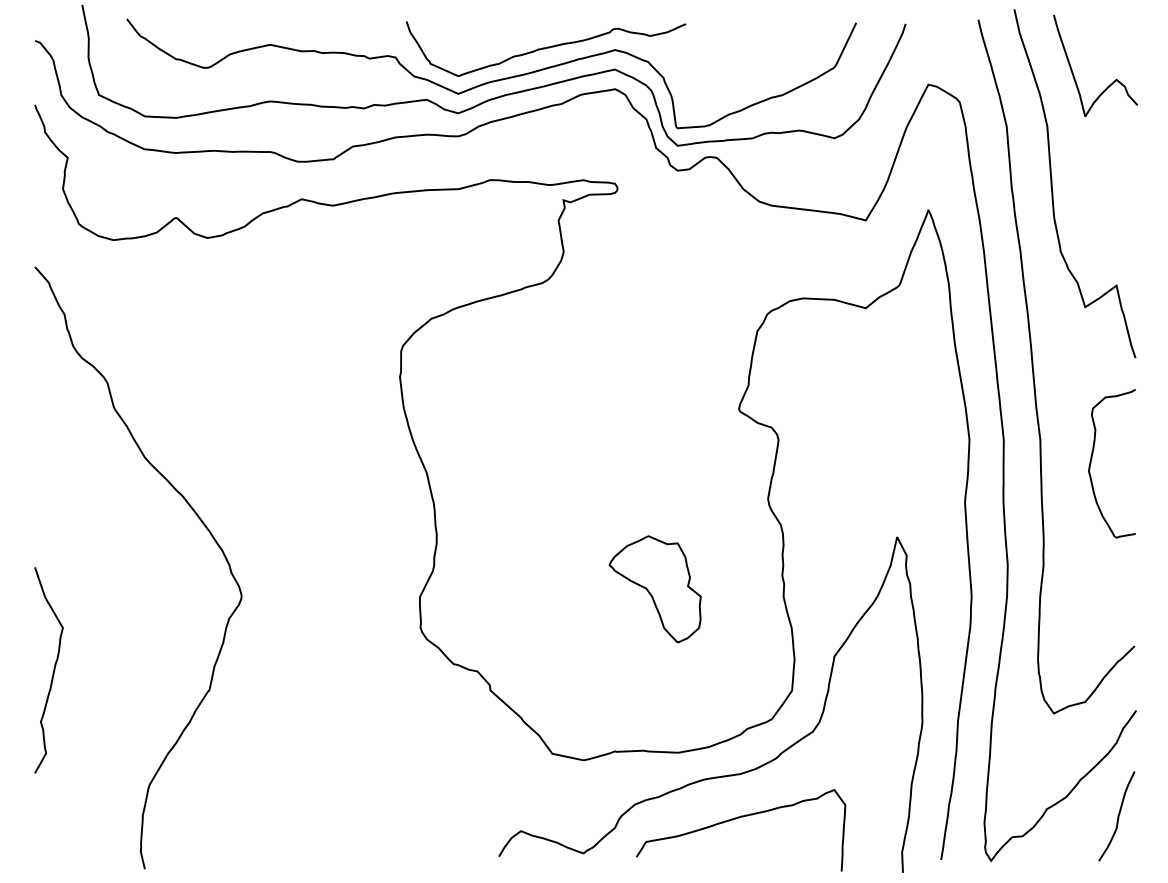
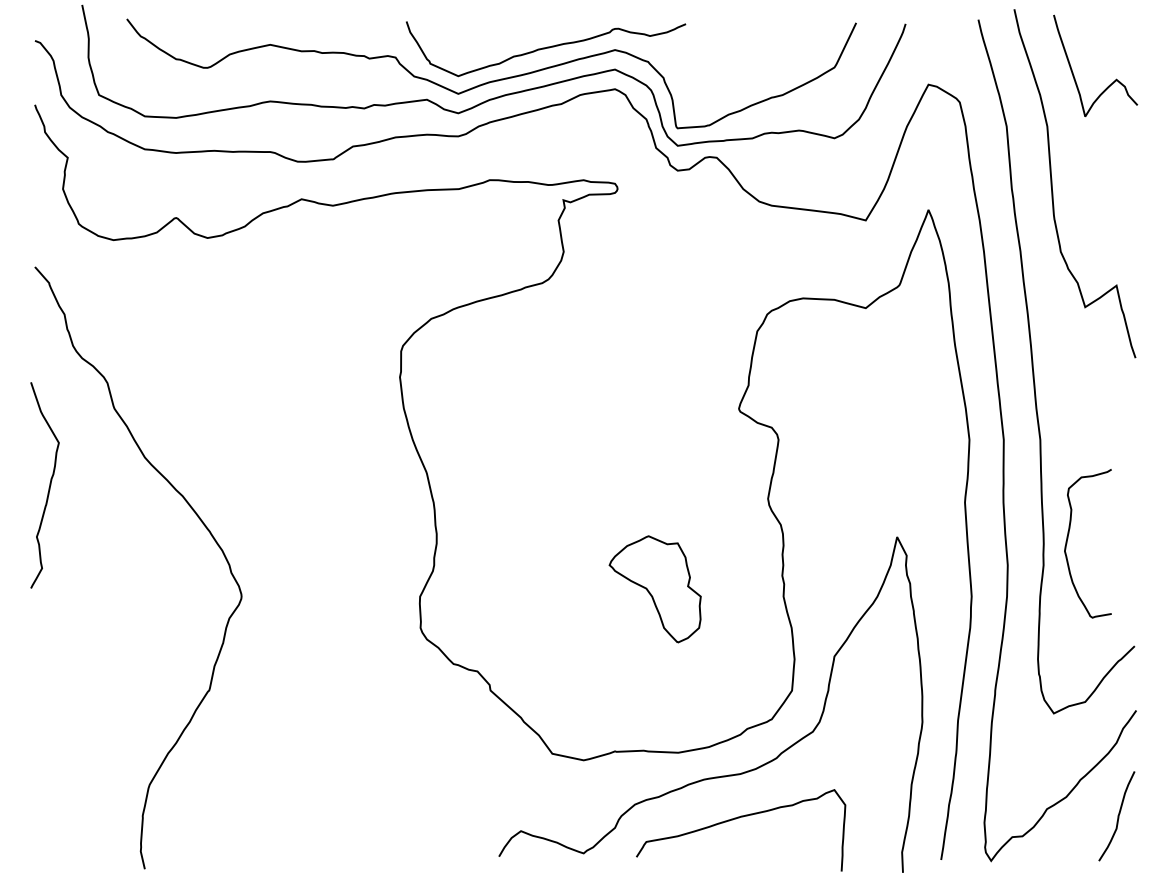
curve at (1092, 458) position: (1092, 458) -> (1068, 538)
curve at (52, 672) position: (52, 672) -> (48, 487)
